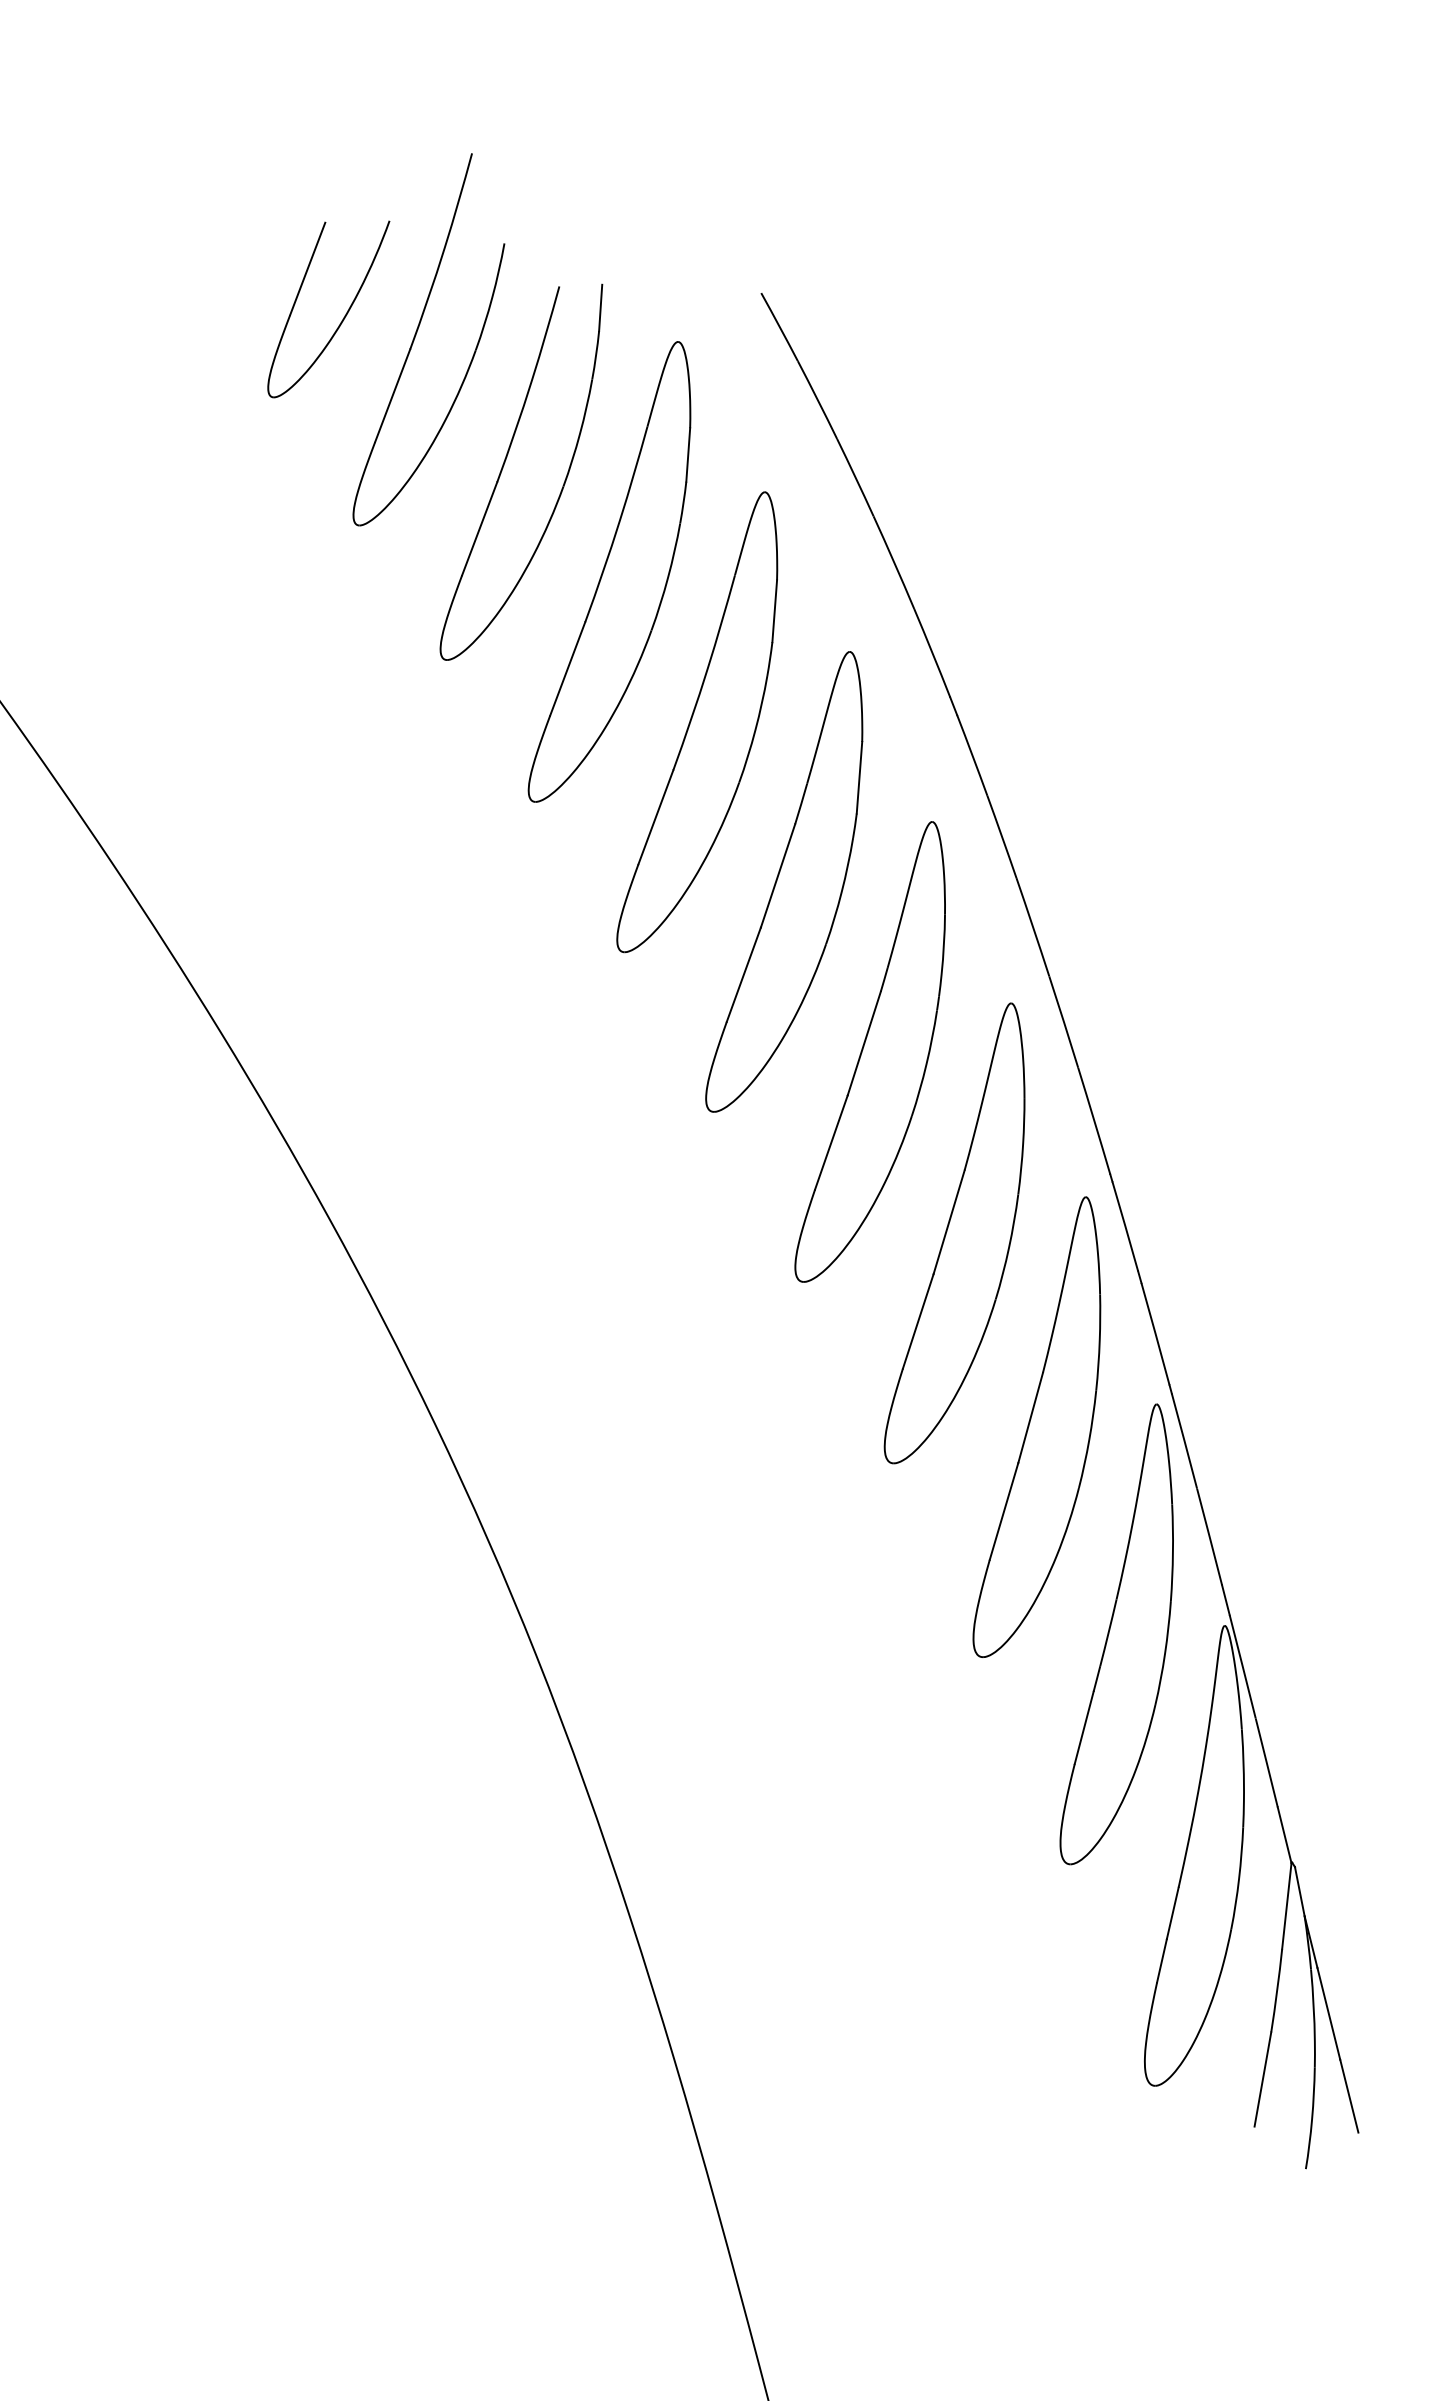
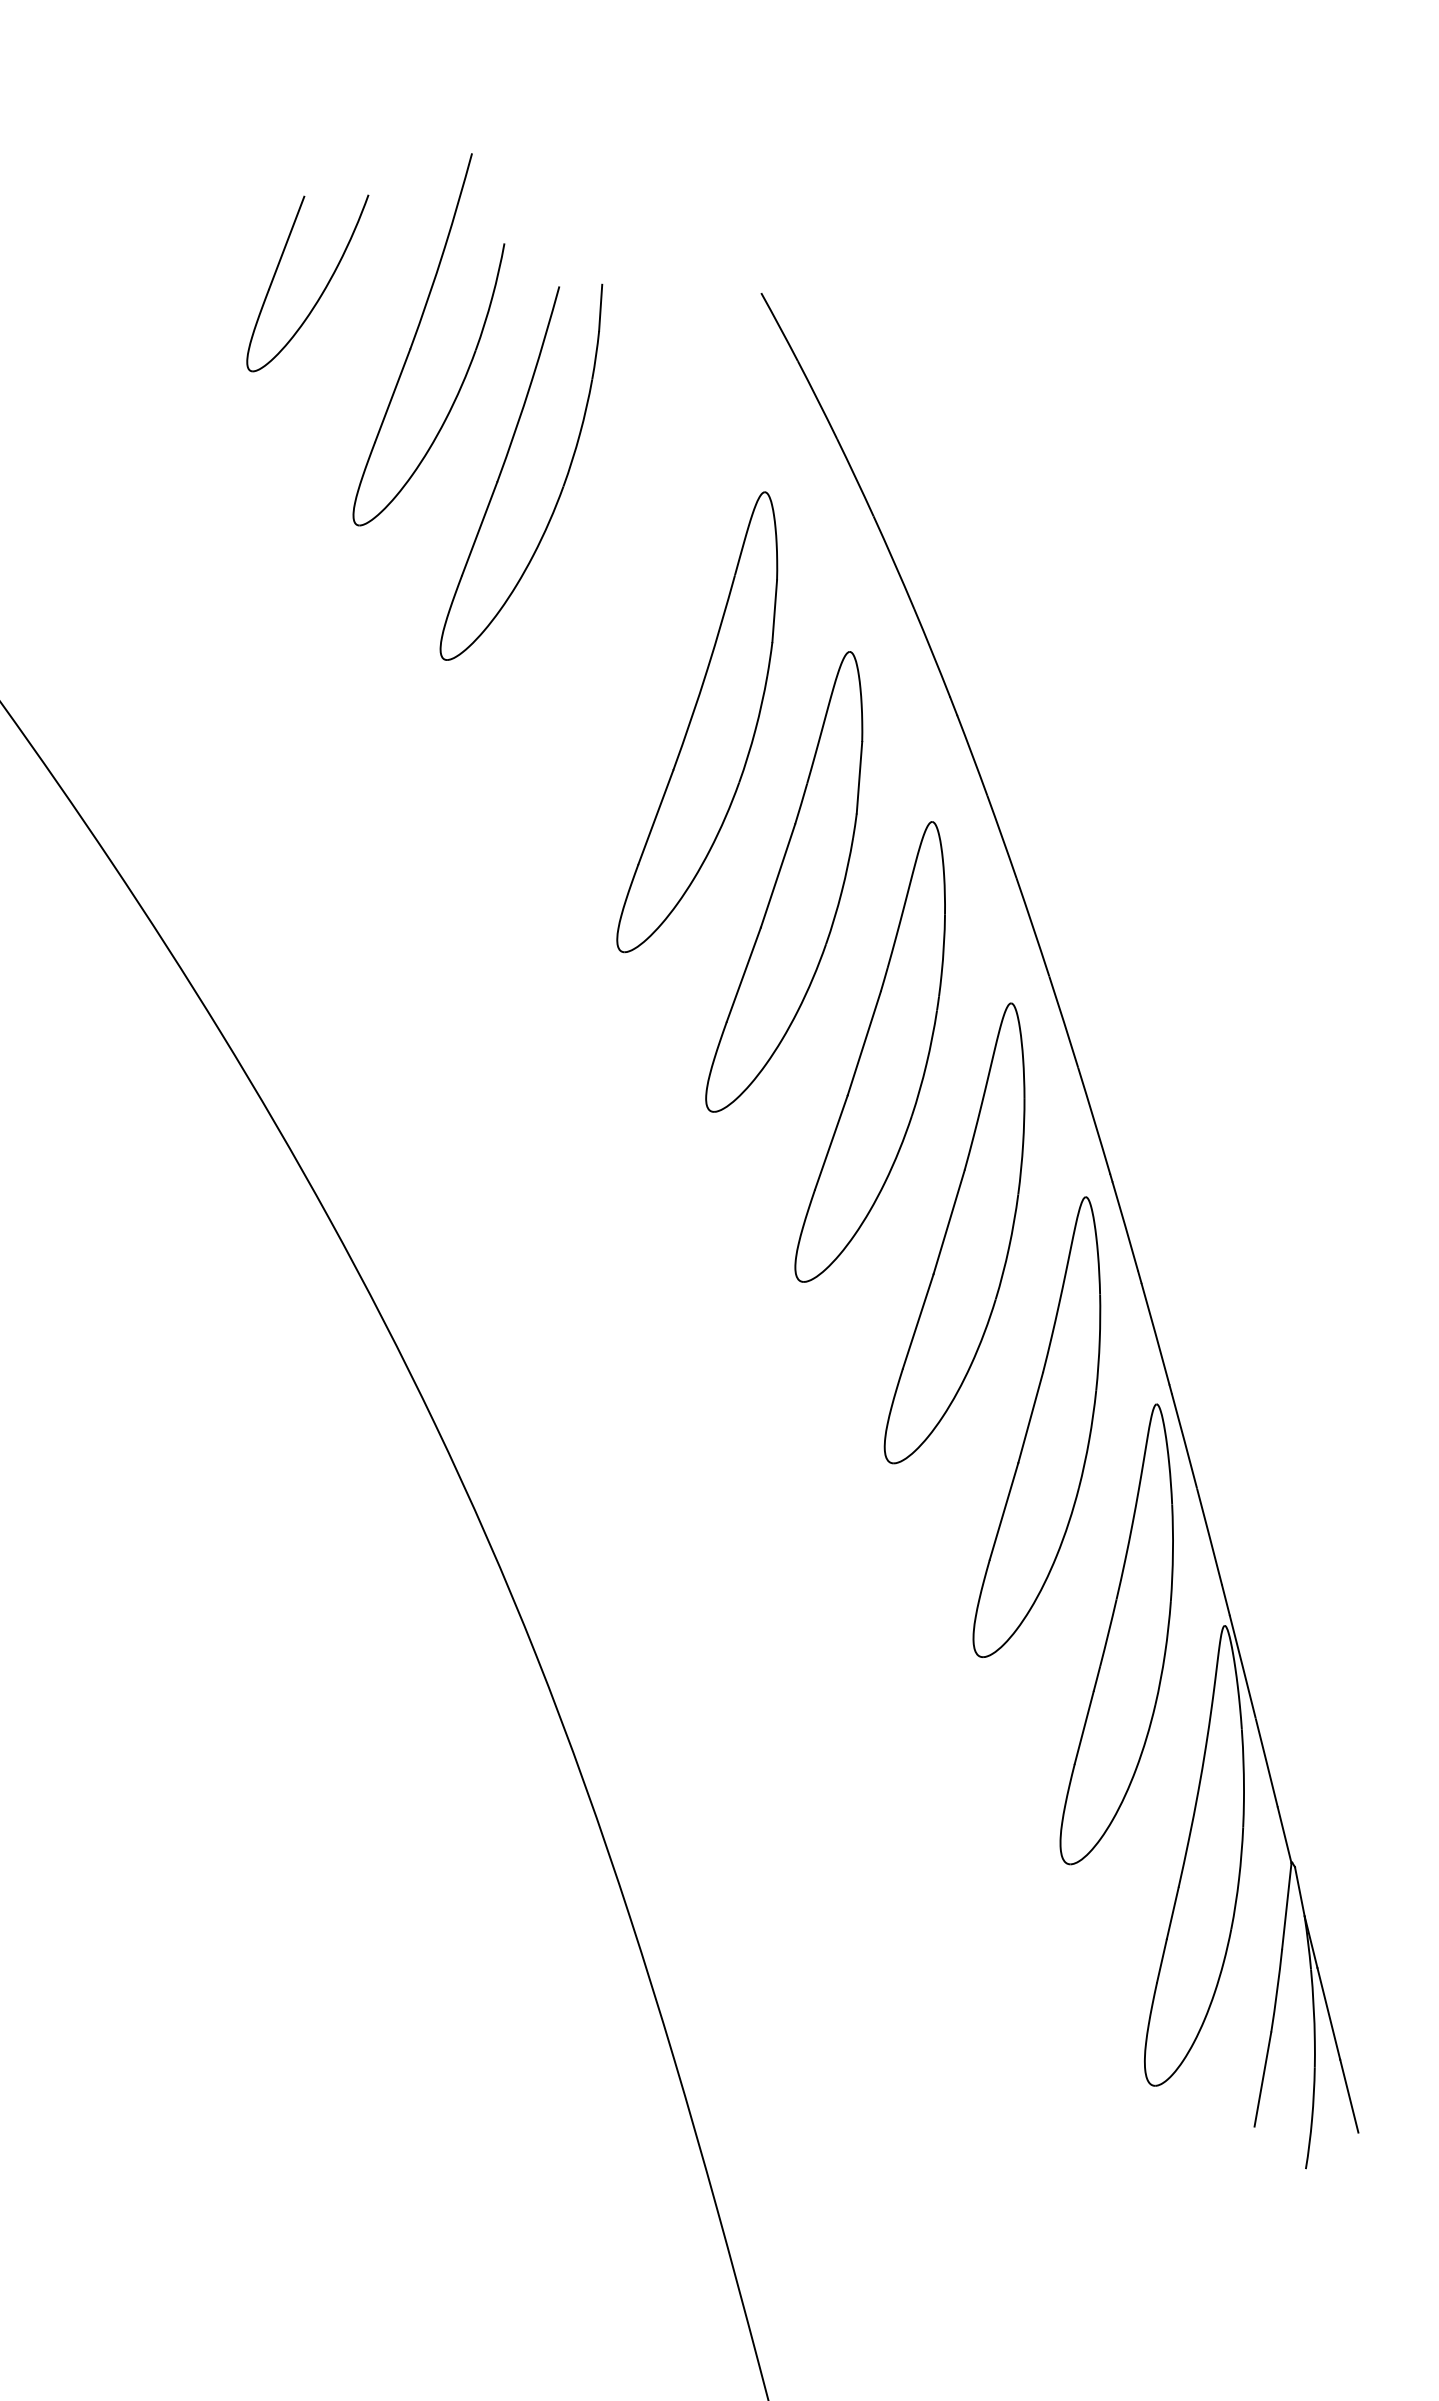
part at (343, 317) position: (343, 317) -> (322, 291)
part at (609, 571): present -> none
